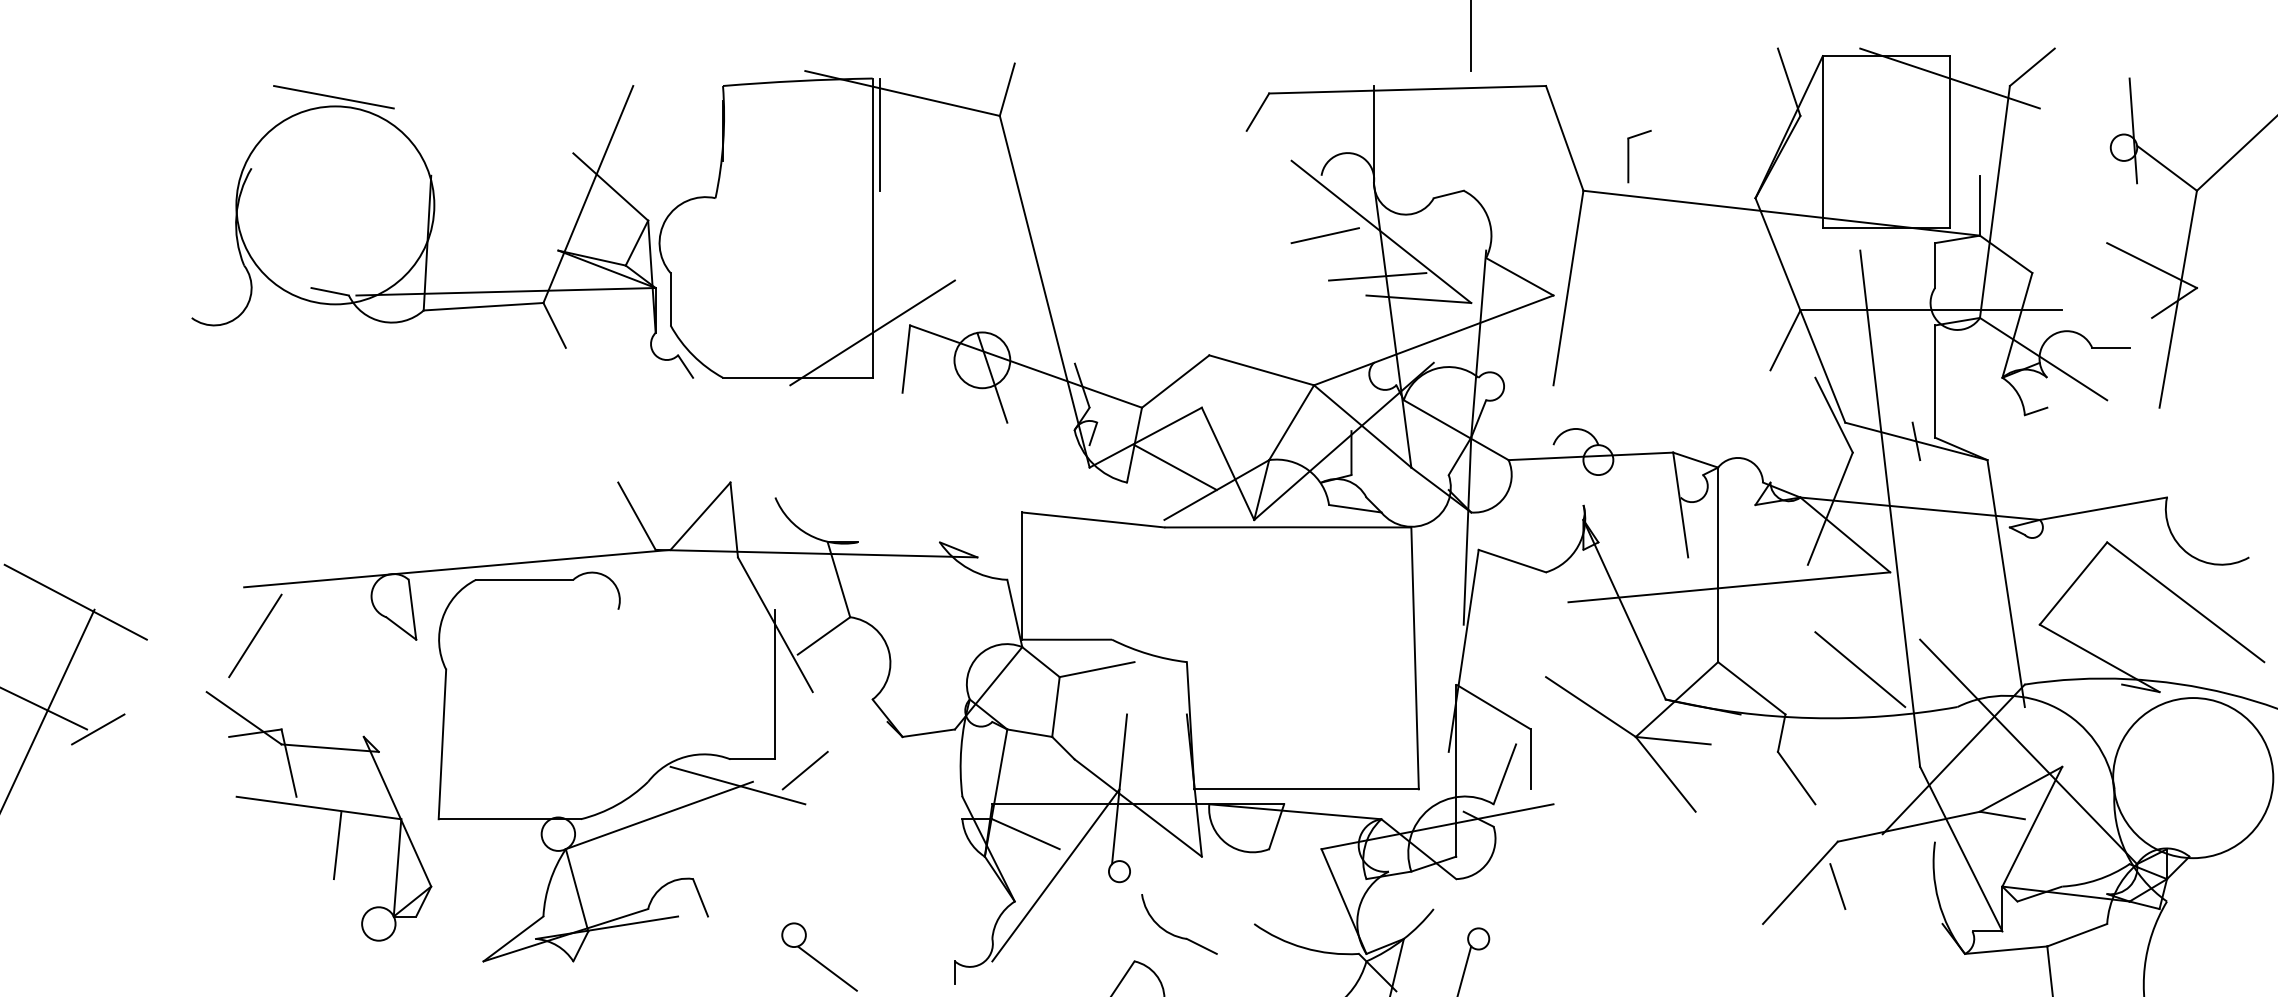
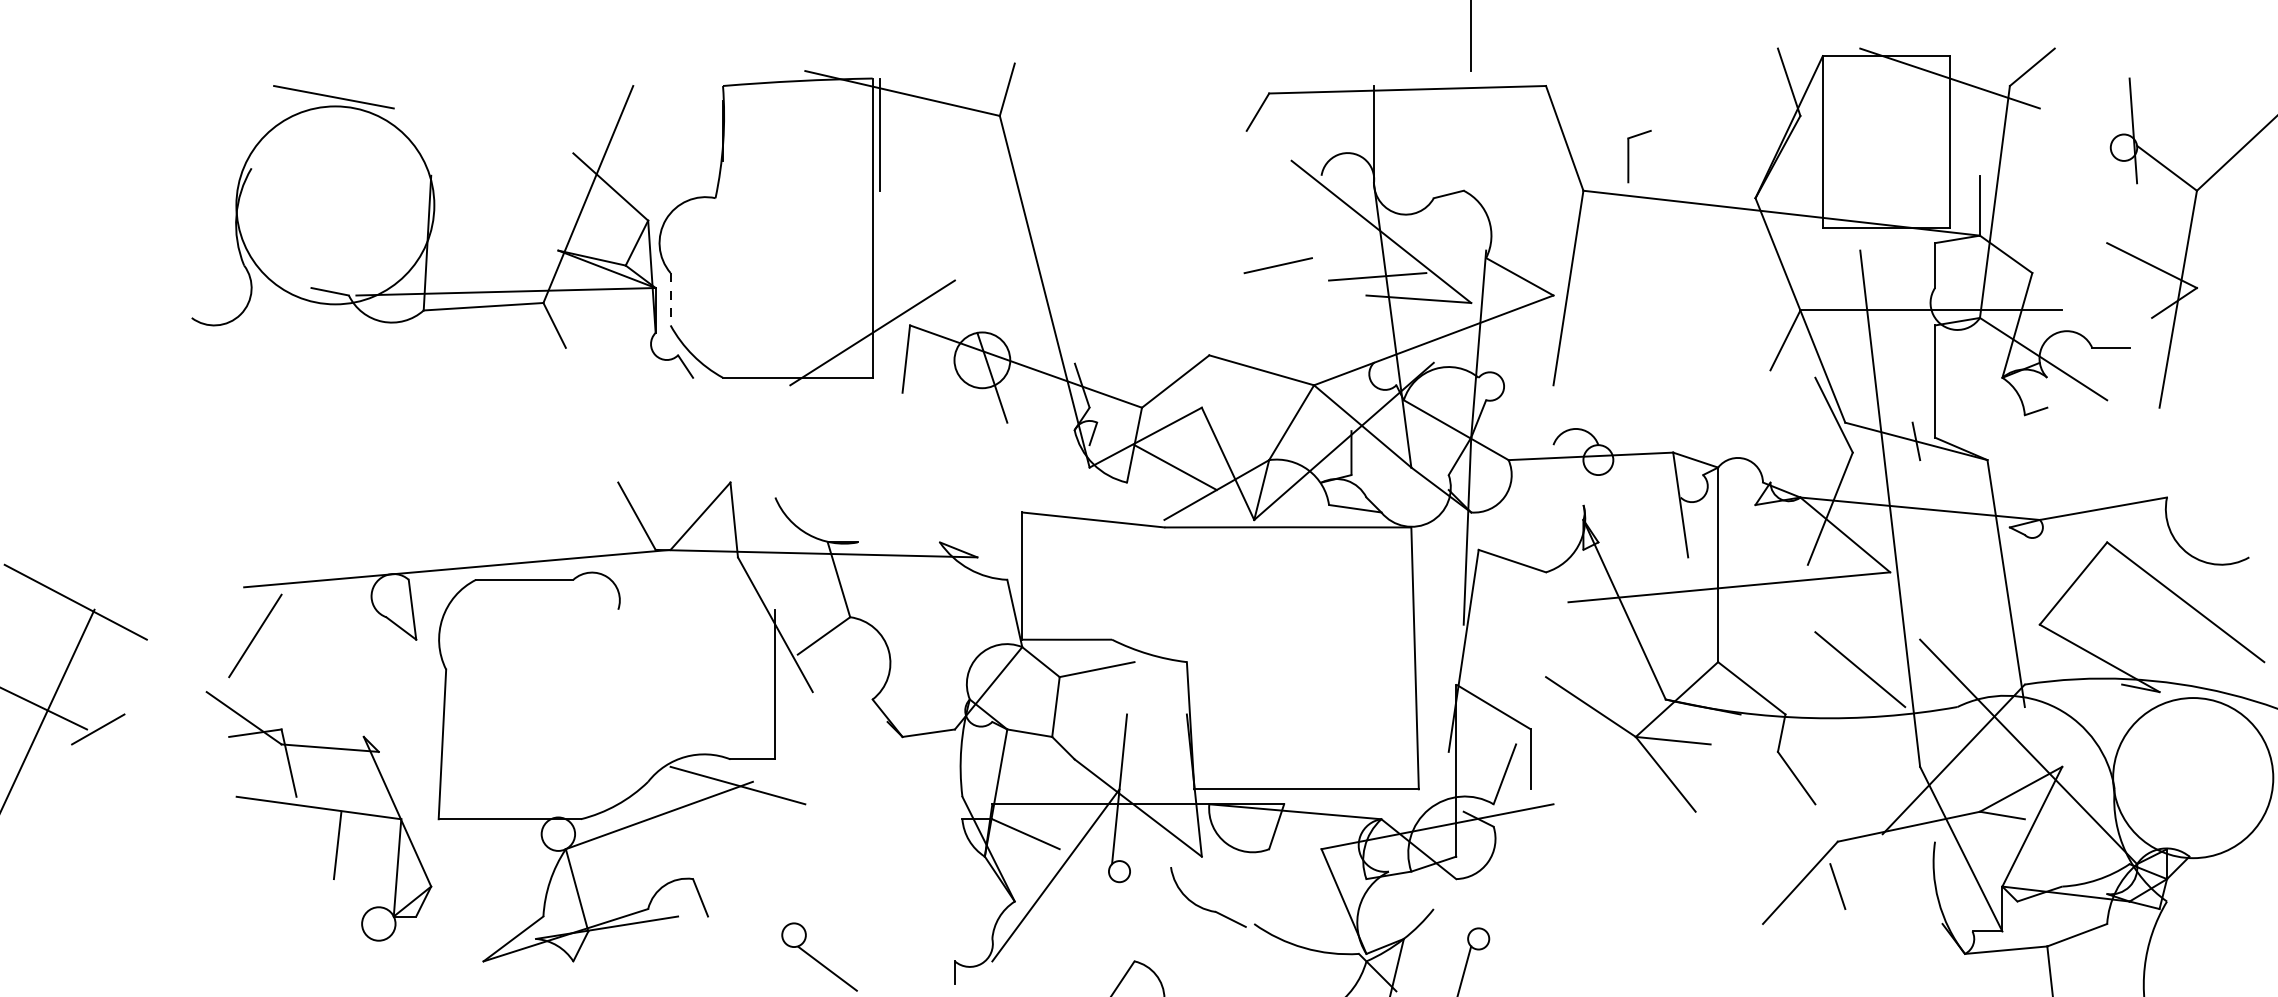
line at (1324, 235) position: (1324, 235) -> (1277, 265)
line at (670, 299): solid -> dashed
line at (804, 770): present -> none
part at (1174, 934) position: (1174, 934) -> (1203, 907)
